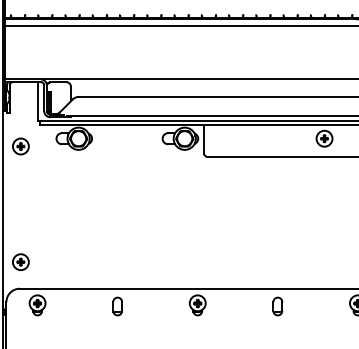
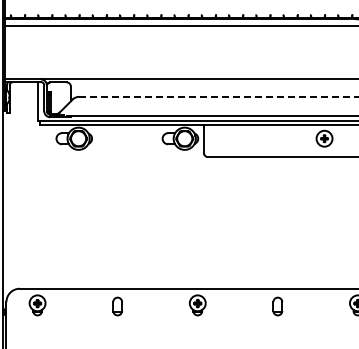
line at (218, 96): solid -> dashed
part at (20, 146): present -> none
part at (20, 261): present -> none
